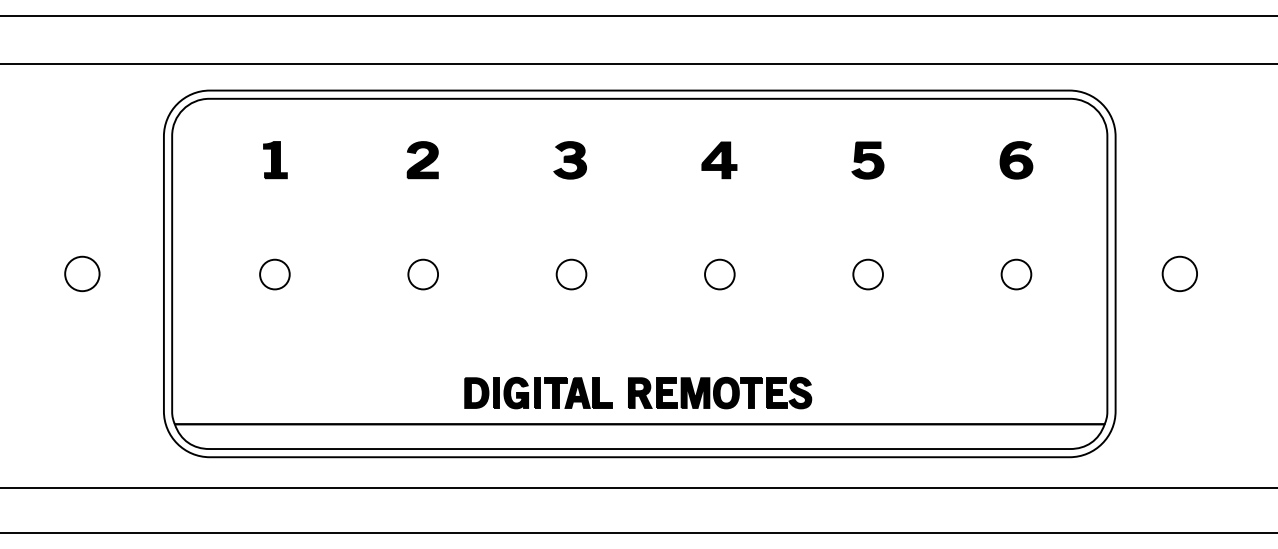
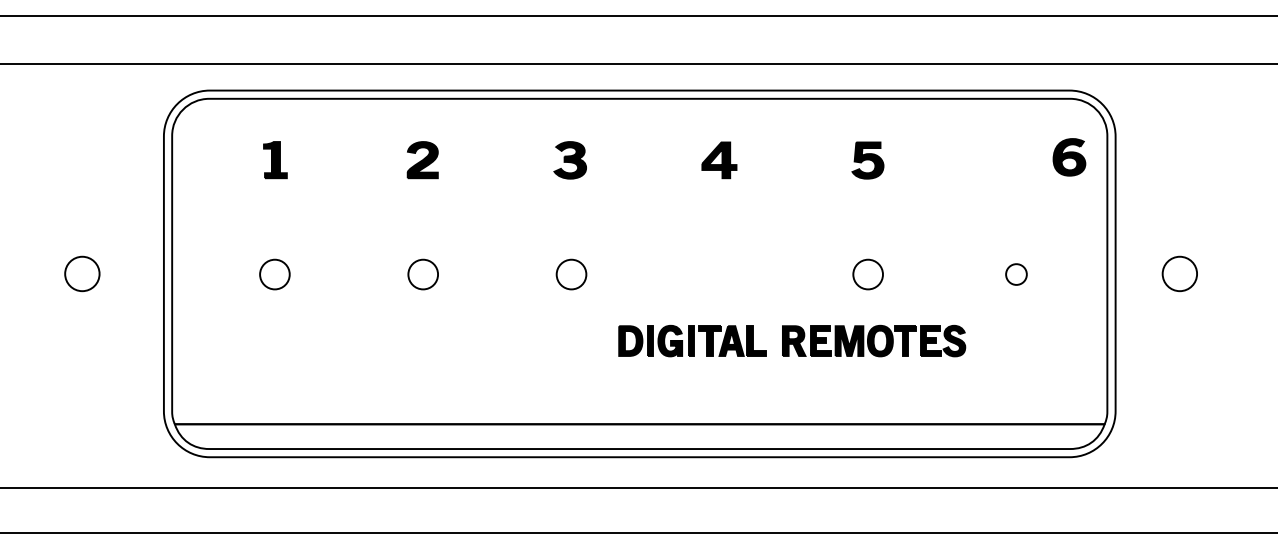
part at (1016, 160) position: (1016, 160) -> (1069, 157)
part at (719, 274): present -> none
part at (1016, 274) size: 33x33 px -> 23x23 px
part at (638, 392) position: (638, 392) -> (792, 340)
